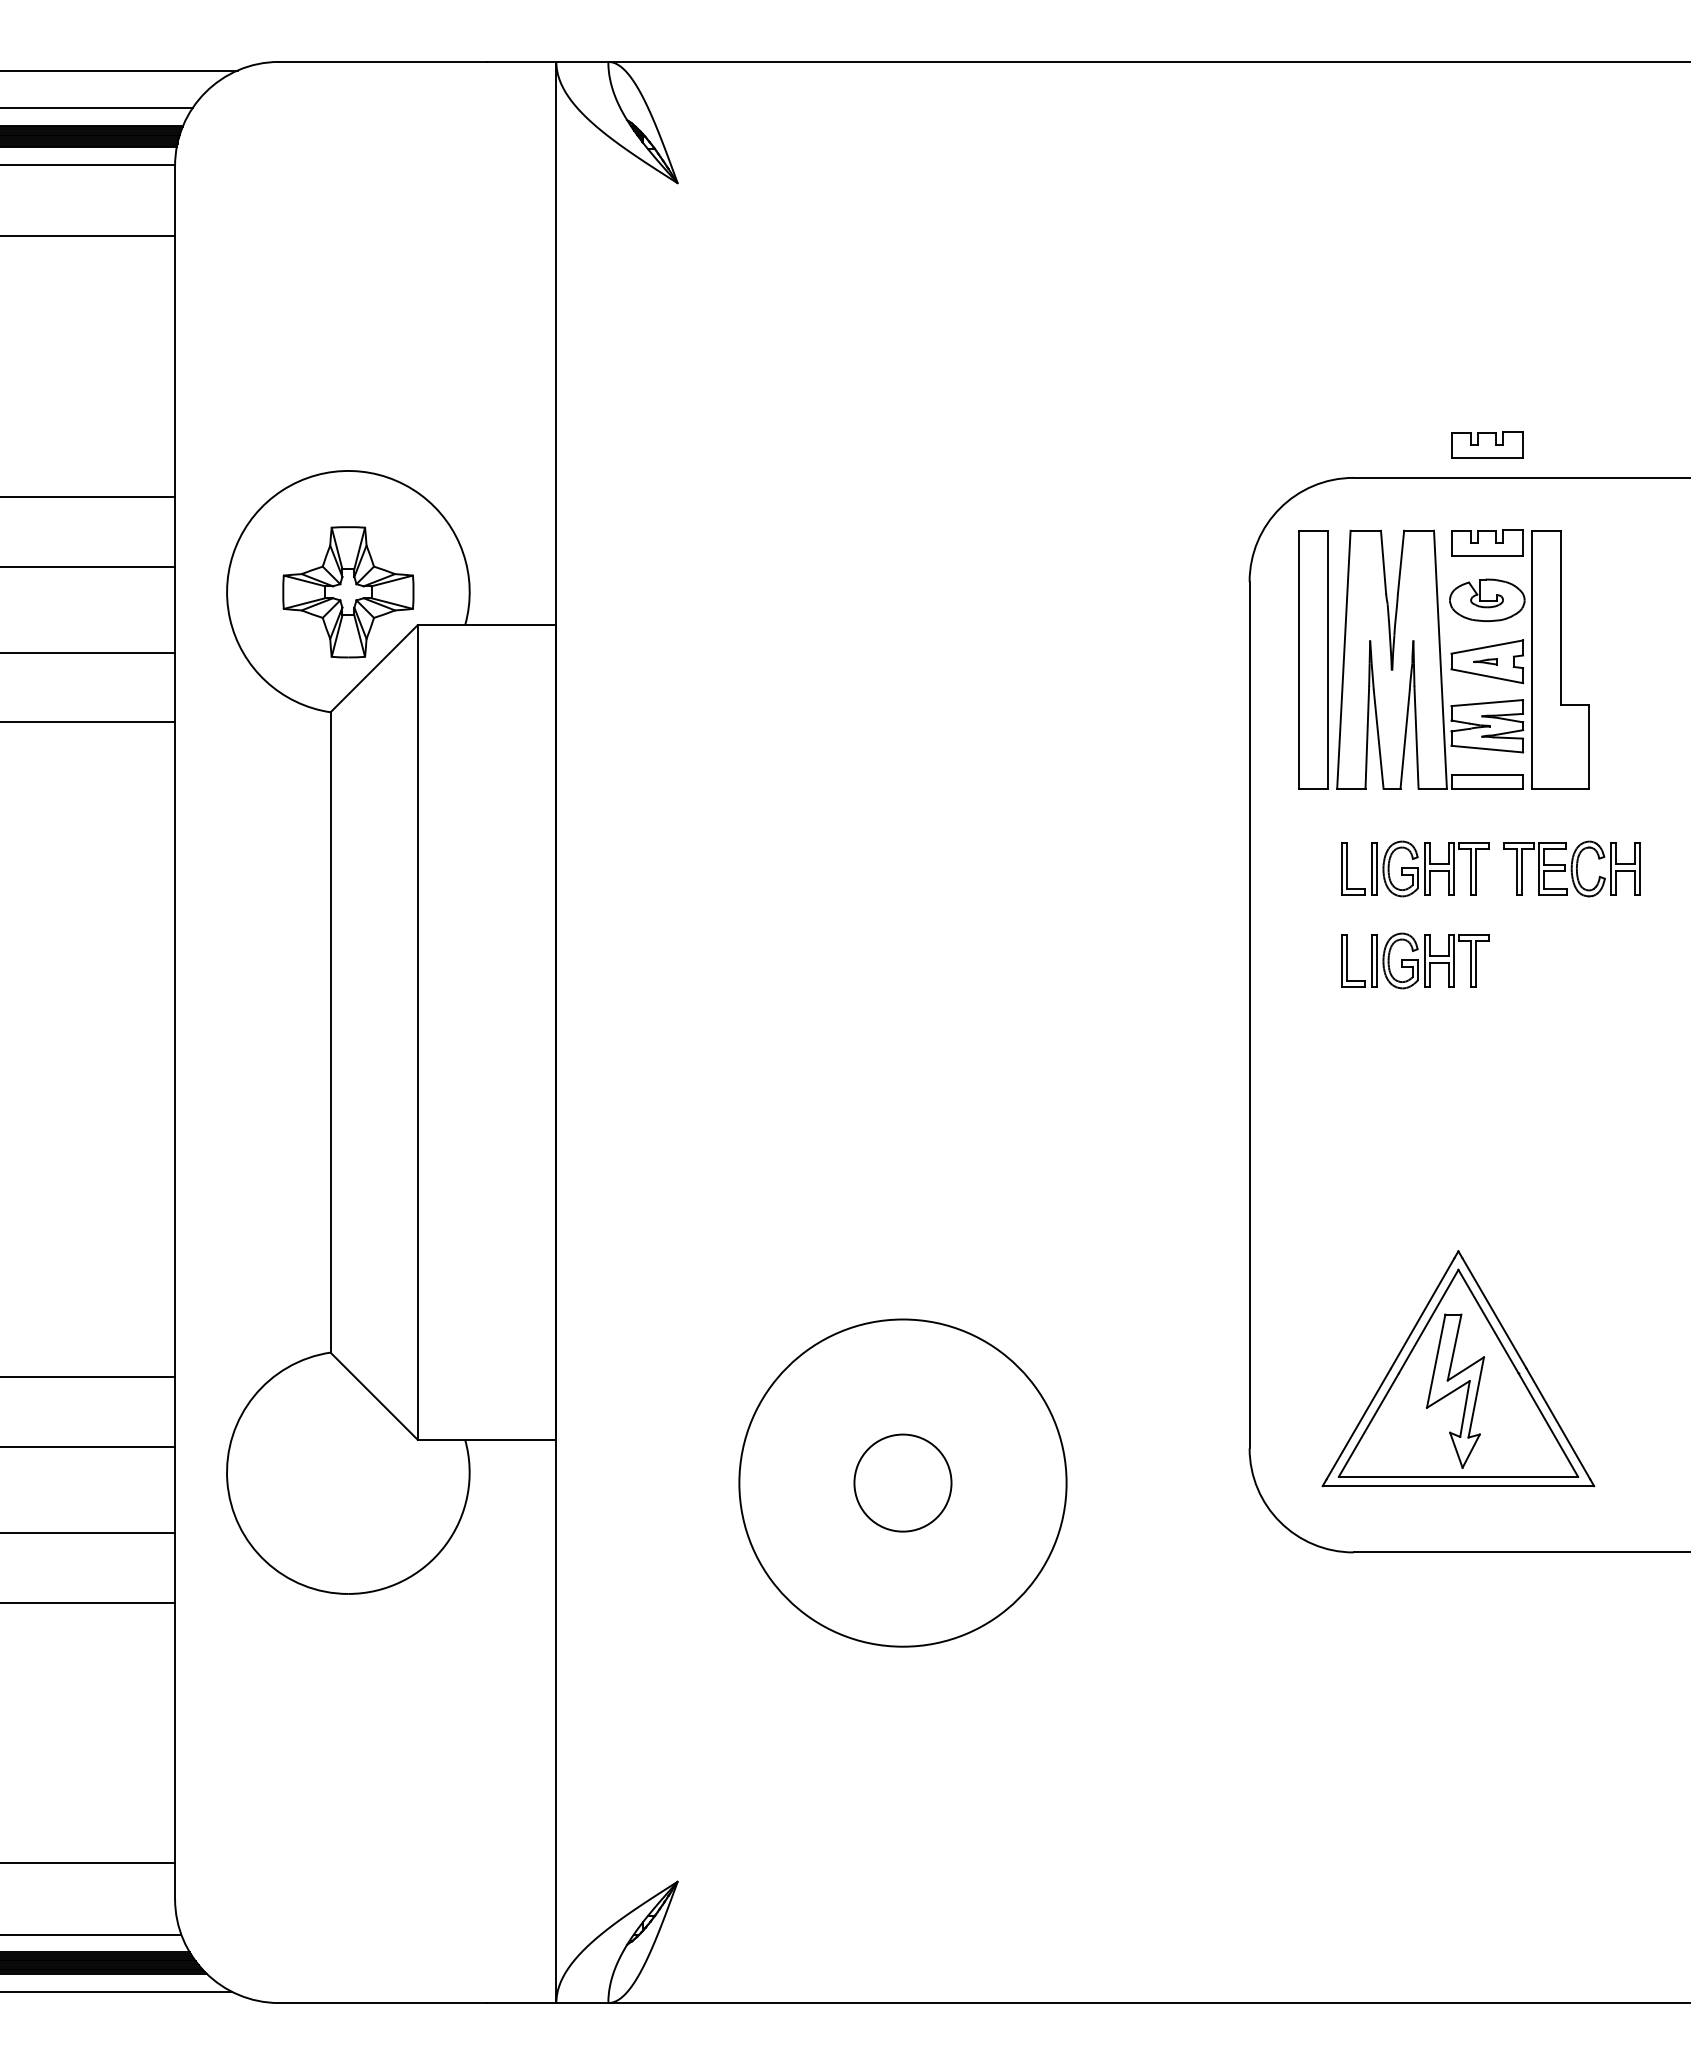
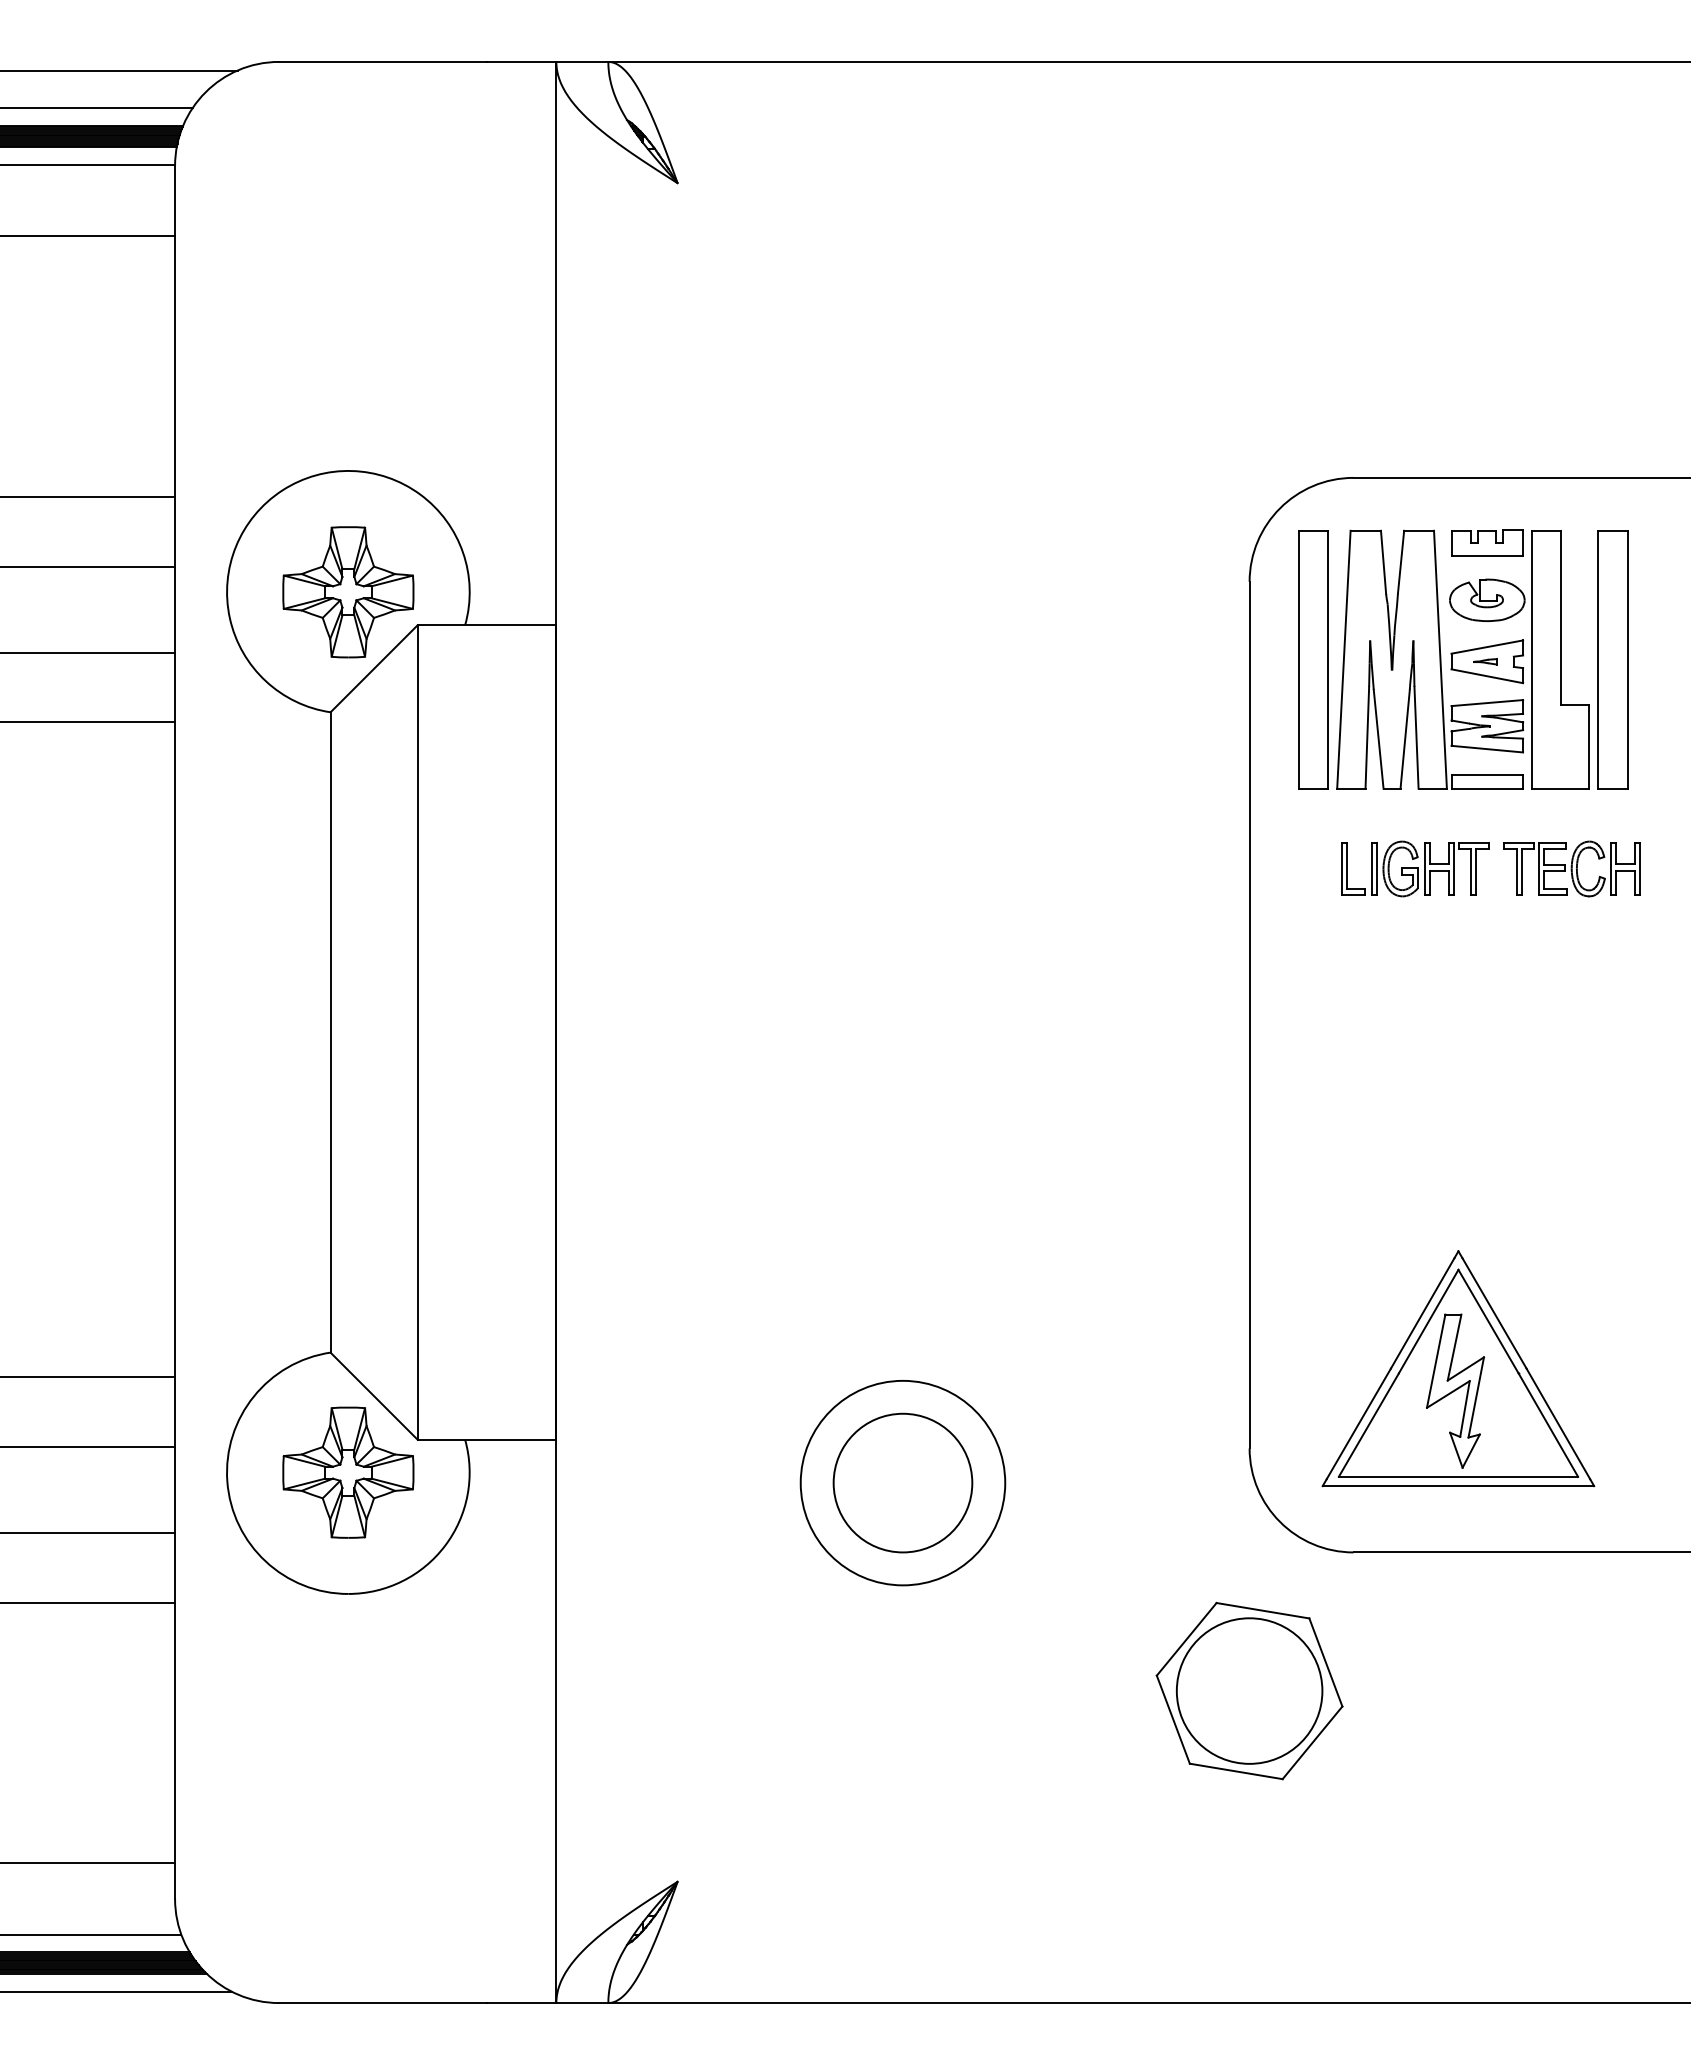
part at (1487, 444): present -> none
part at (1612, 659): none -> present
part at (1415, 960): present -> none
part at (348, 1472): none -> present
circle at (902, 1482) diameter: 327 px -> 205 px
circle at (902, 1482) diameter: 97 px -> 139 px
part at (1249, 1690): none -> present
